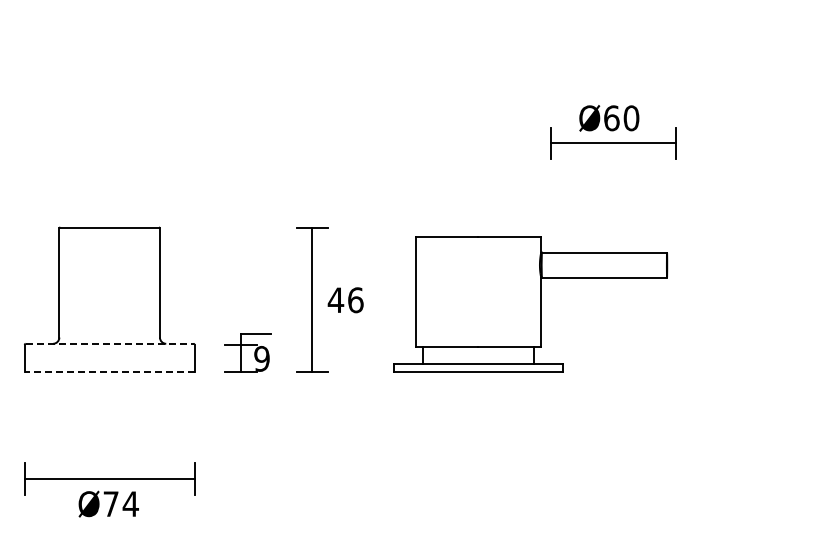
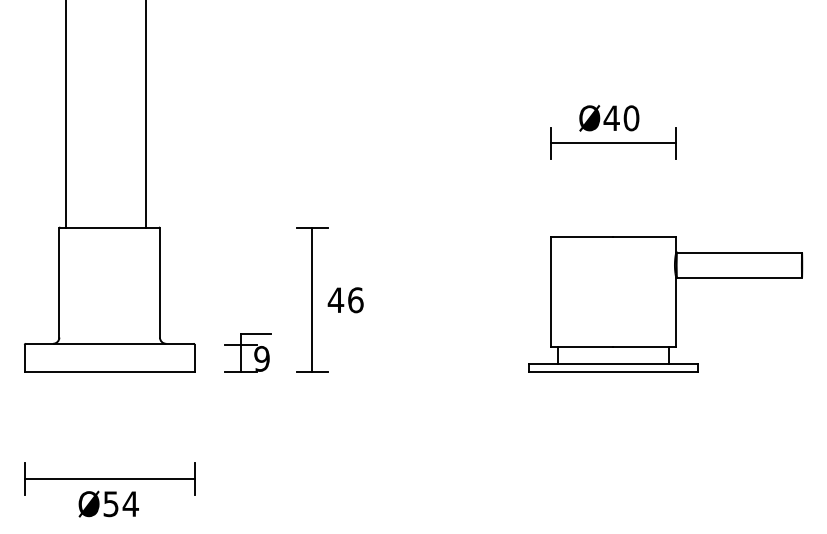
line at (65, 114): none -> present
line at (145, 114): none -> present
text at (611, 118): Ø60 -> Ø40
part at (530, 304) position: (530, 304) -> (665, 304)
line at (109, 343): dashed -> solid
line at (109, 372): dashed -> solid
text at (110, 504): Ø74 -> Ø54
